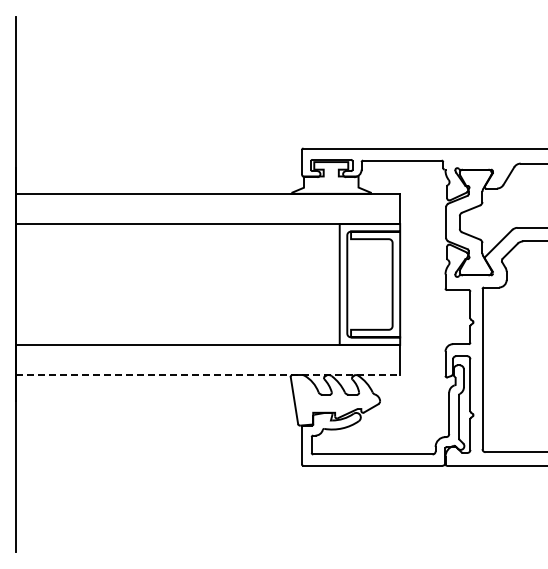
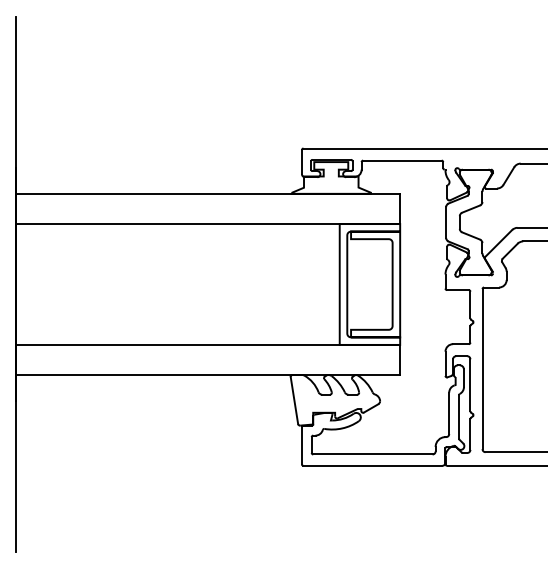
line at (208, 375): dashed -> solid
